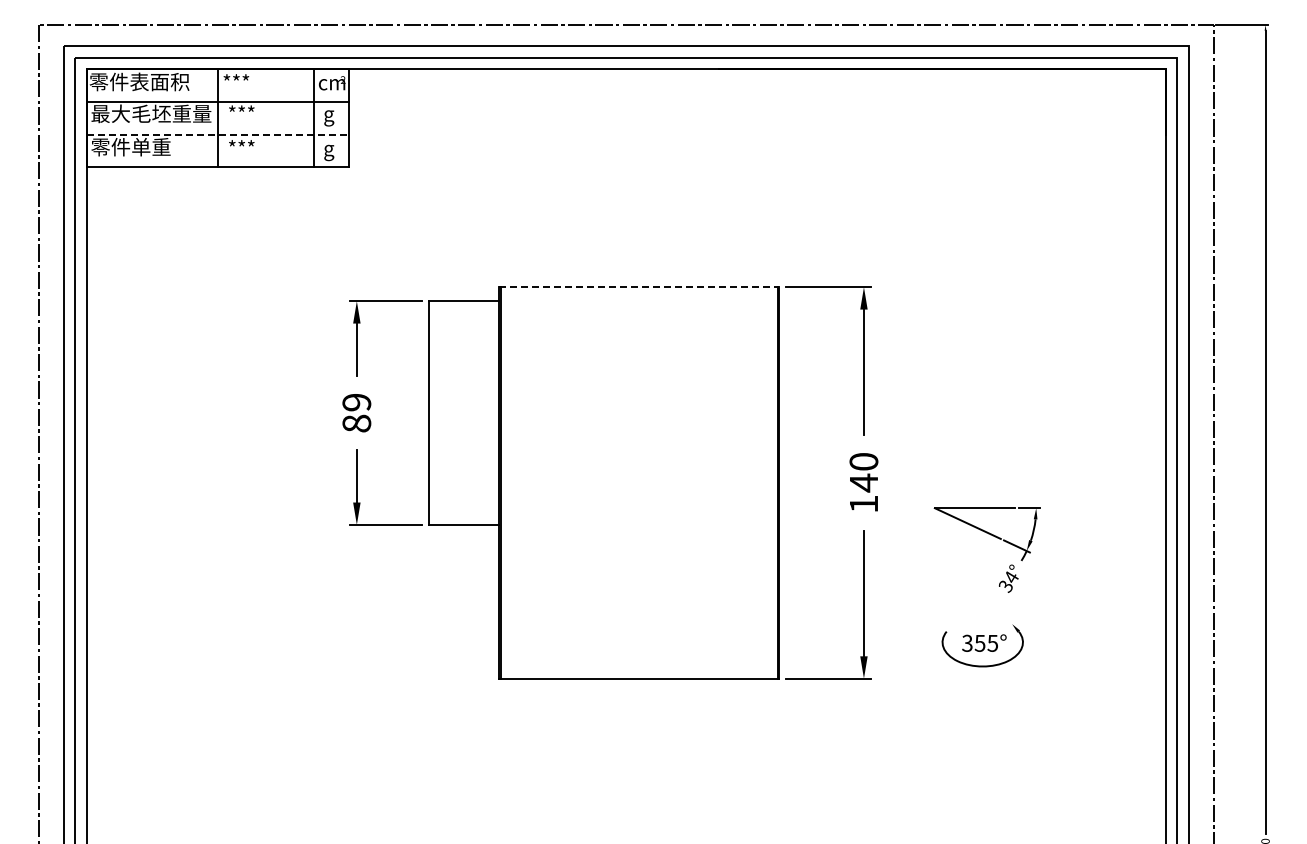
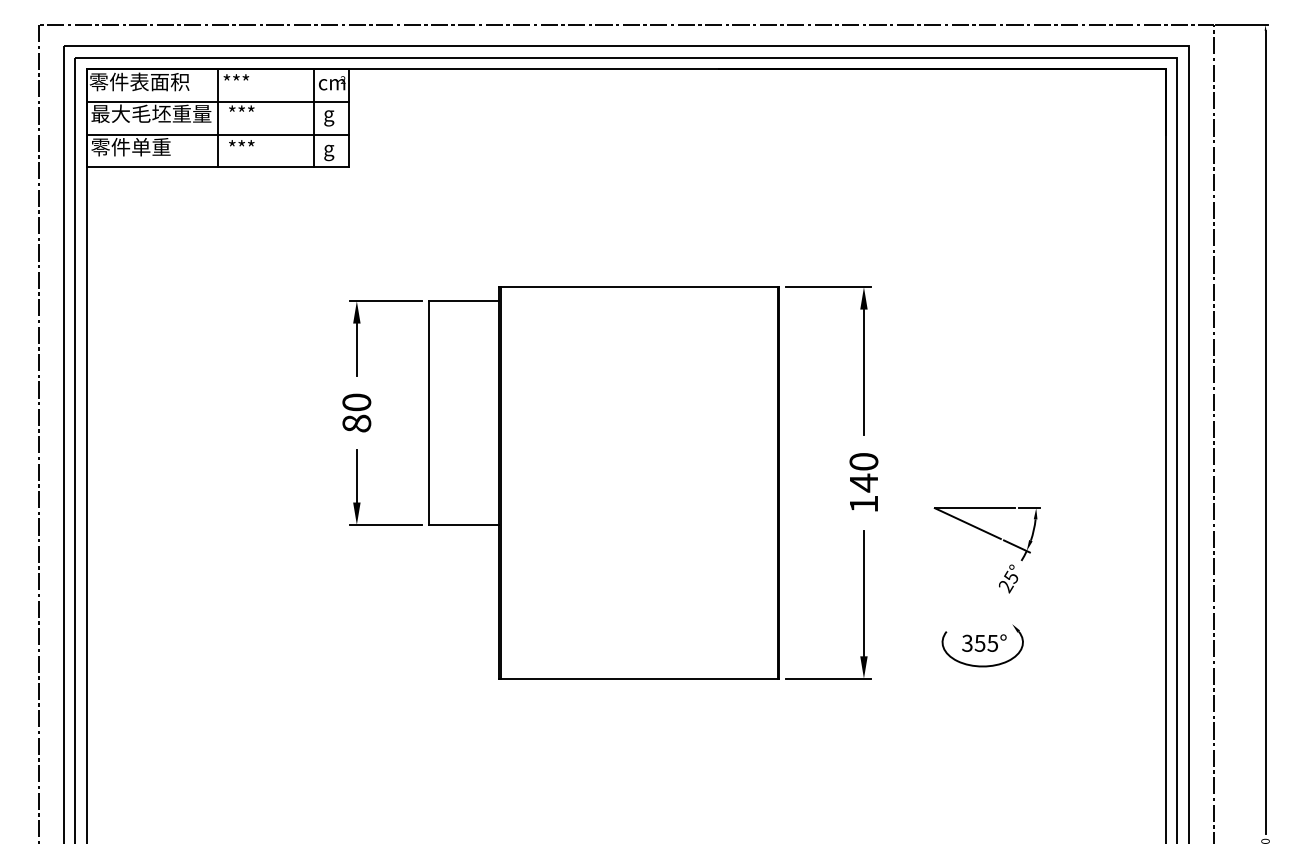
line at (218, 134): dashed -> solid
line at (639, 287): dashed -> solid
text at (356, 402): 89 -> 80
text at (1008, 581): 34° -> 25°
